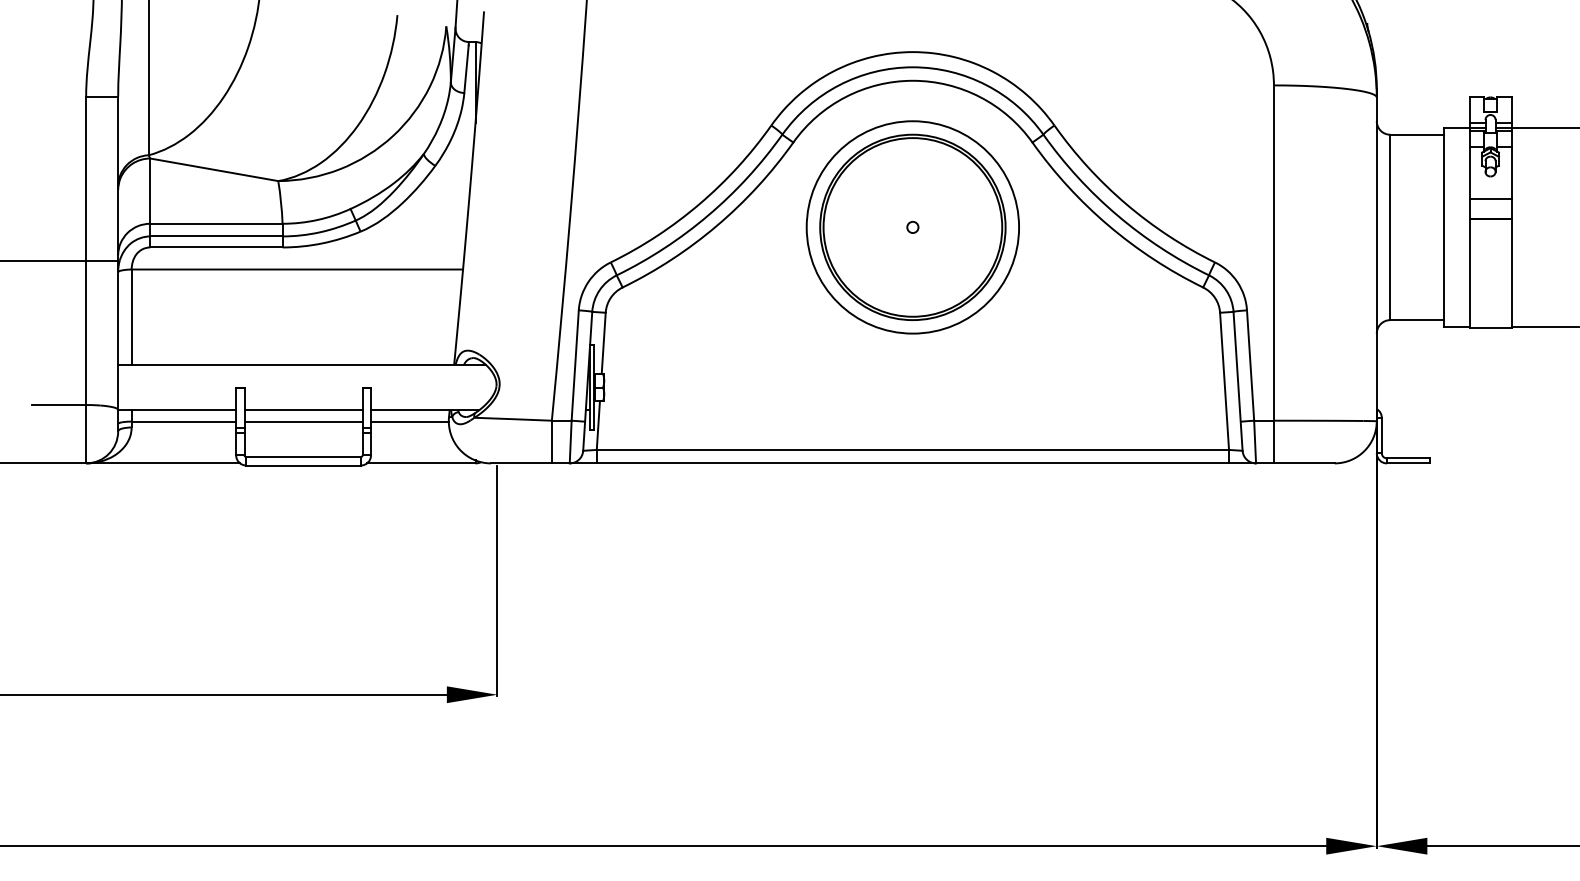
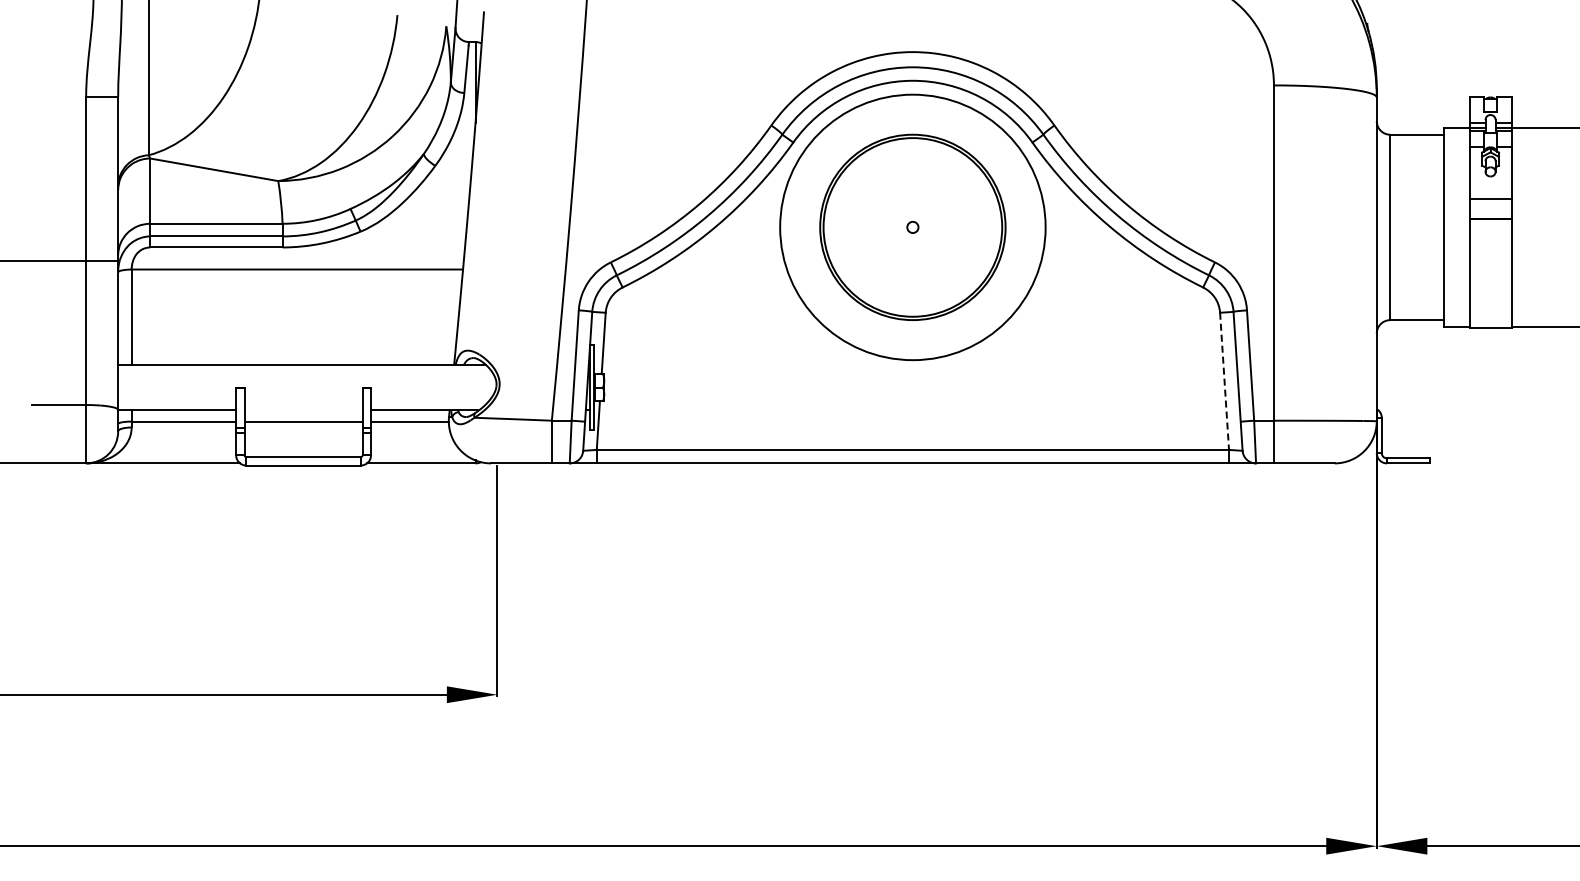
circle at (912, 227) diameter: 212 px -> 265 px
line at (1224, 381): solid -> dashed
line at (303, 410): present -> none
